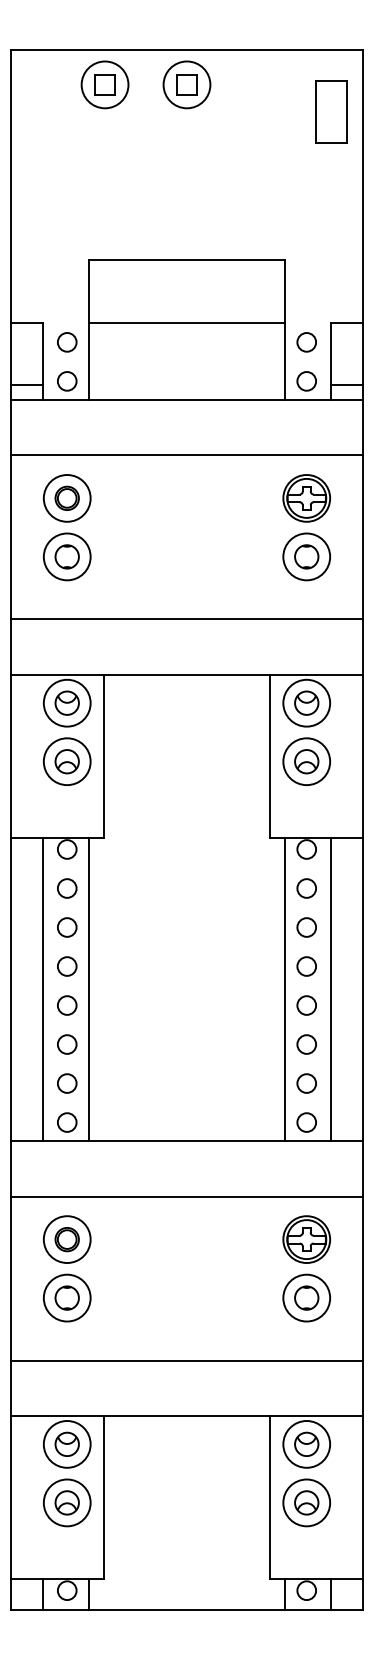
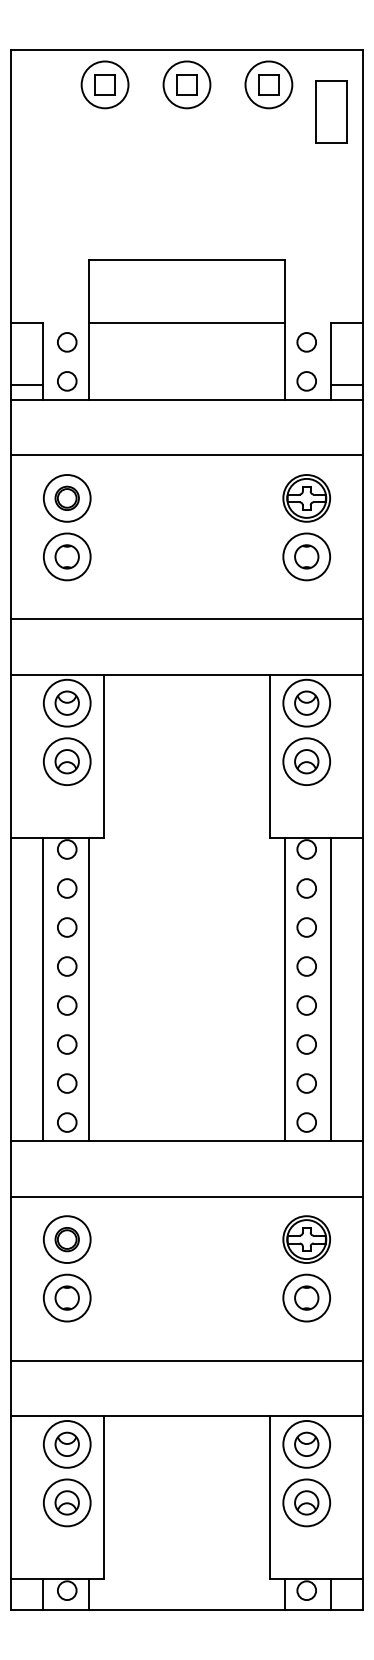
part at (268, 84): none -> present
